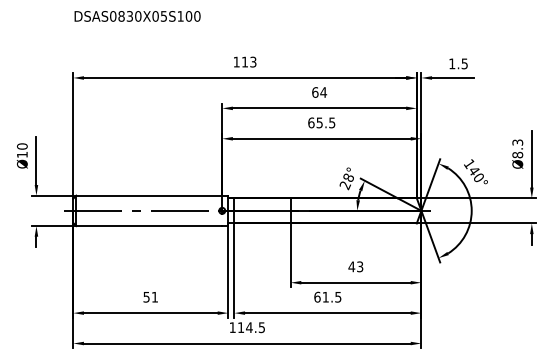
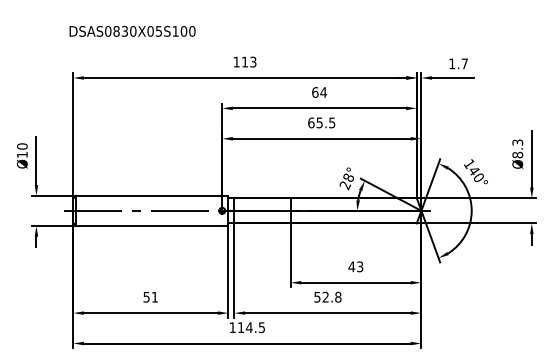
text at (137, 16) position: (137, 16) -> (132, 31)
text at (464, 63): 1.5 -> 1.7
text at (327, 296): 61.5 -> 52.8
